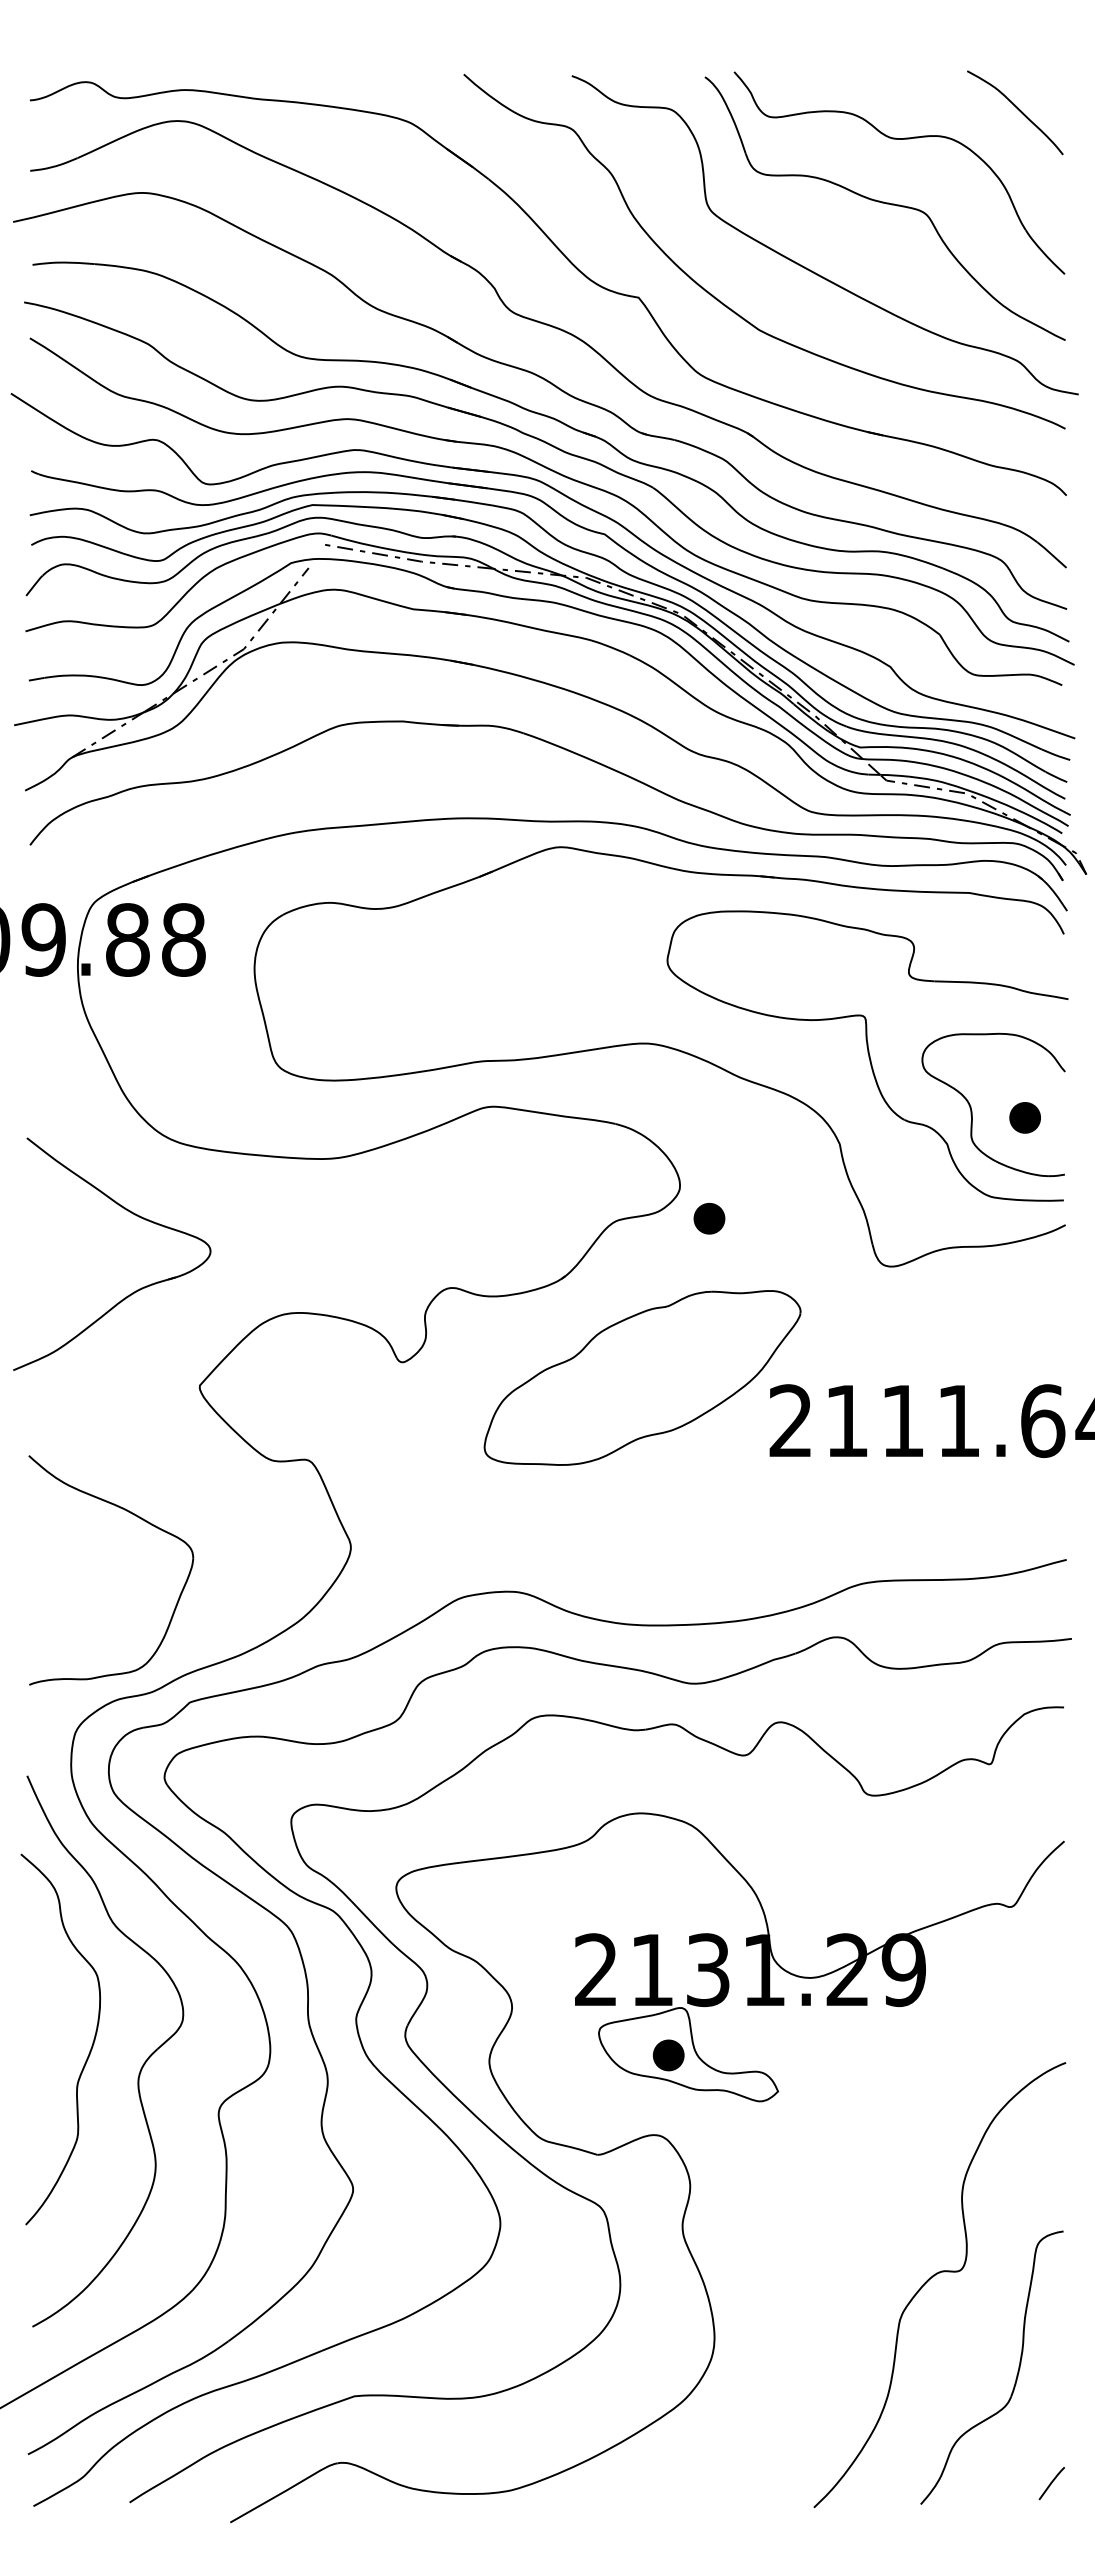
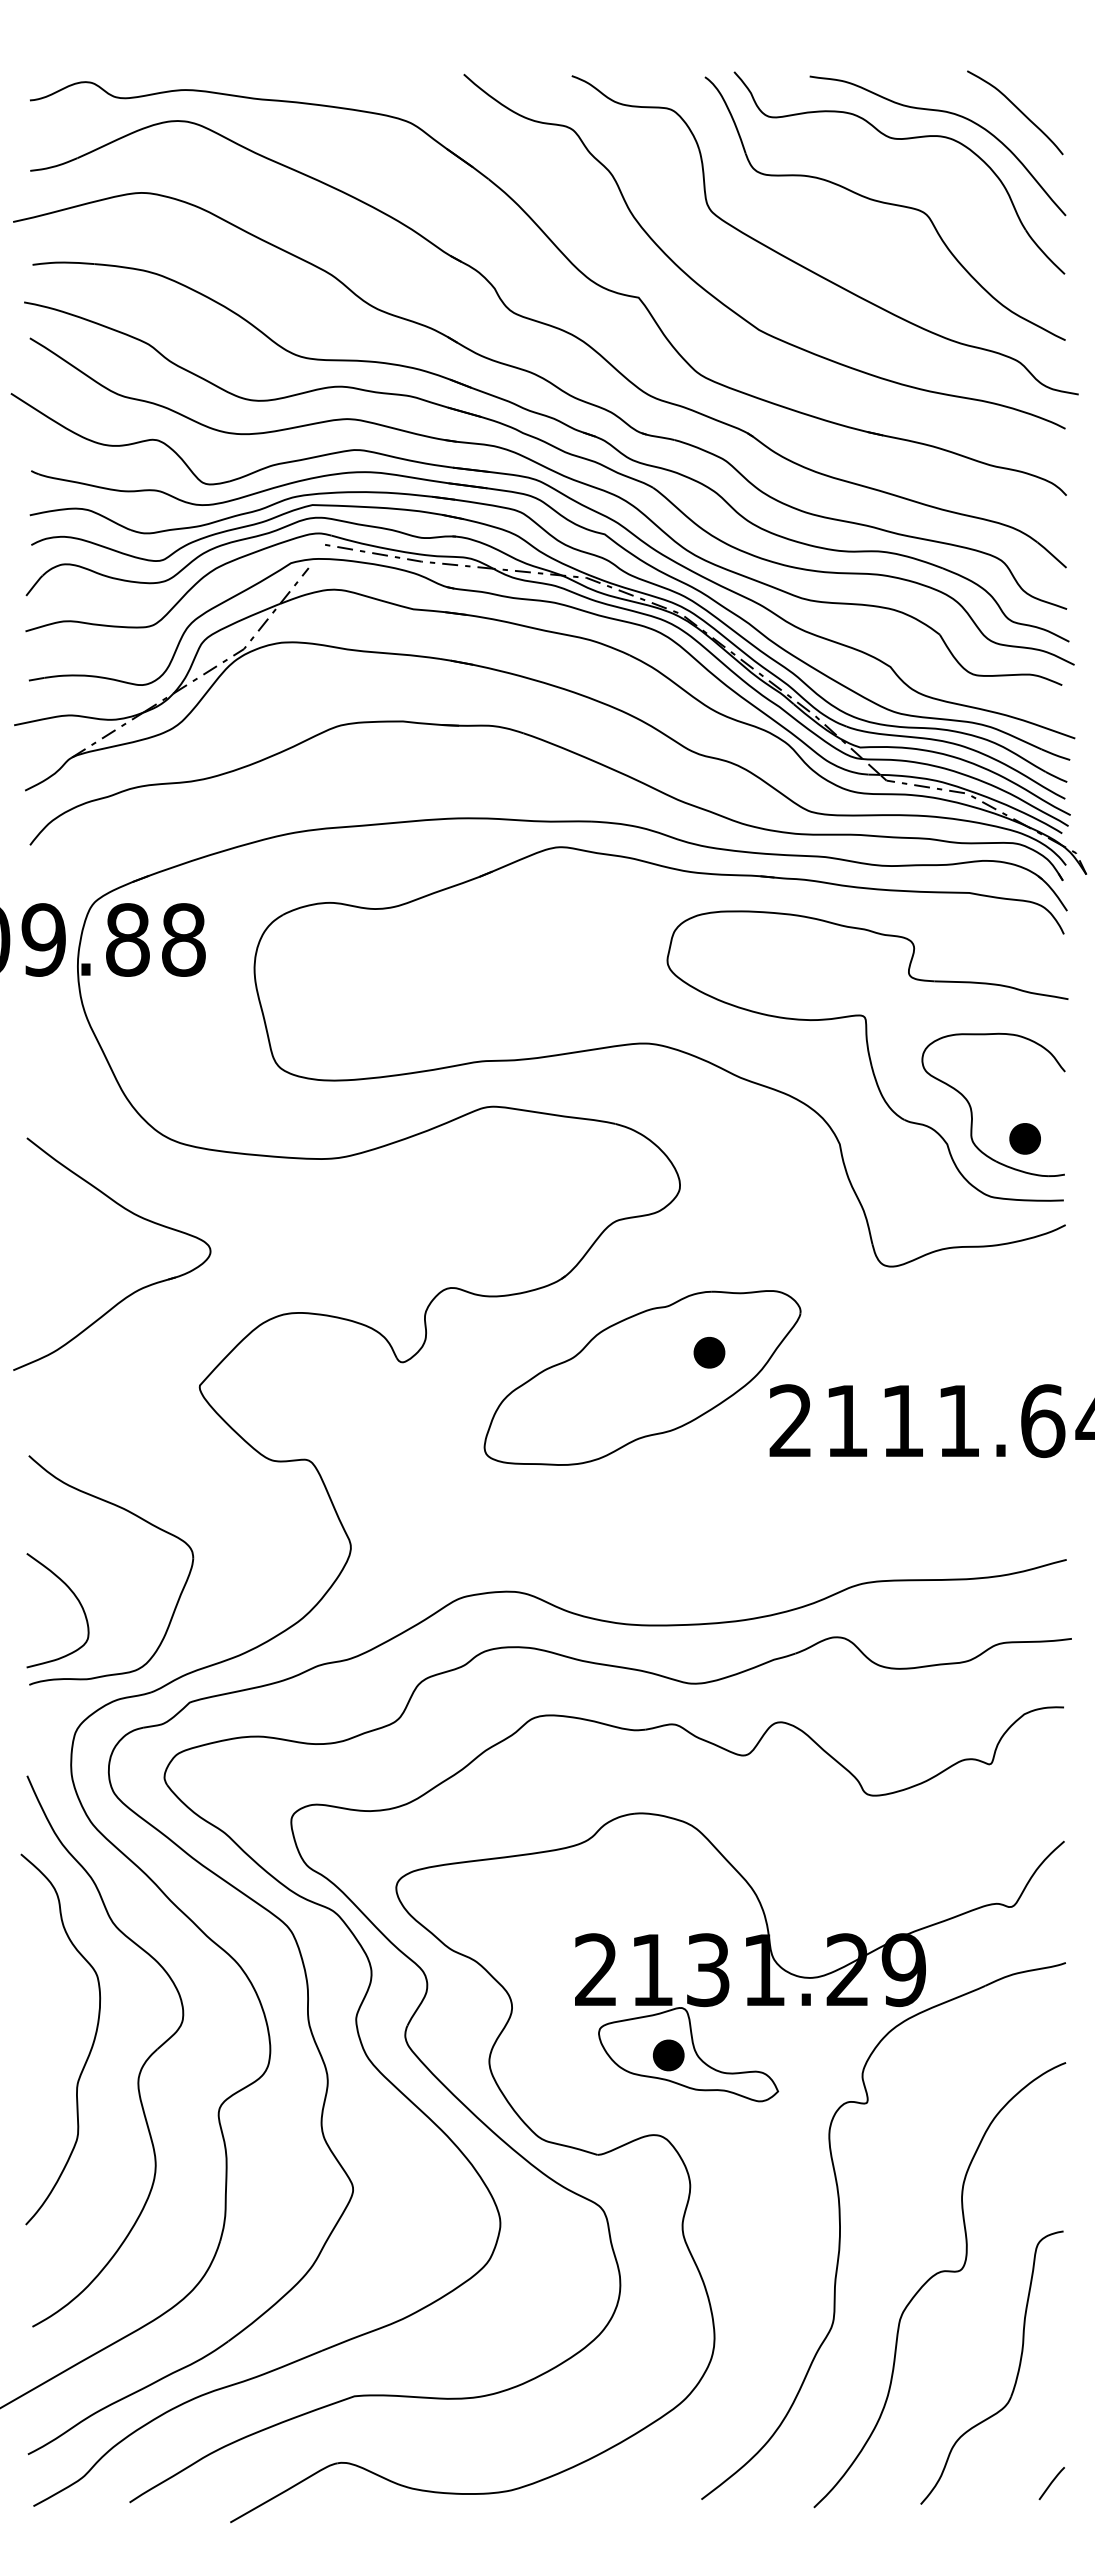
curve at (942, 112): none -> present
part at (1024, 1117) position: (1024, 1117) -> (1024, 1138)
part at (709, 1218) position: (709, 1218) -> (709, 1352)
curve at (76, 1599): none -> present
part at (840, 2230): none -> present
